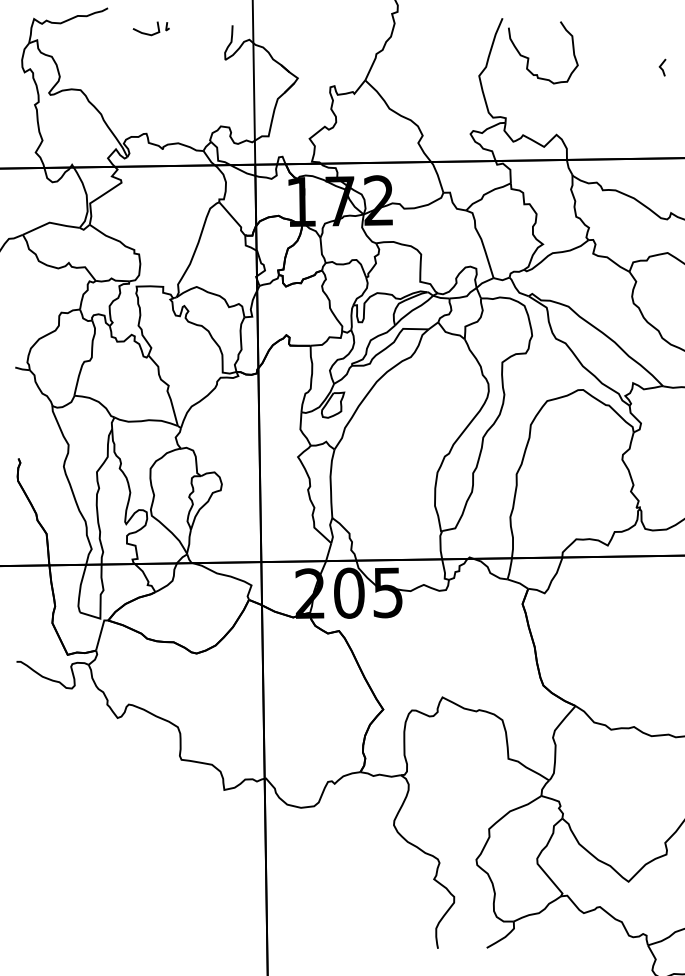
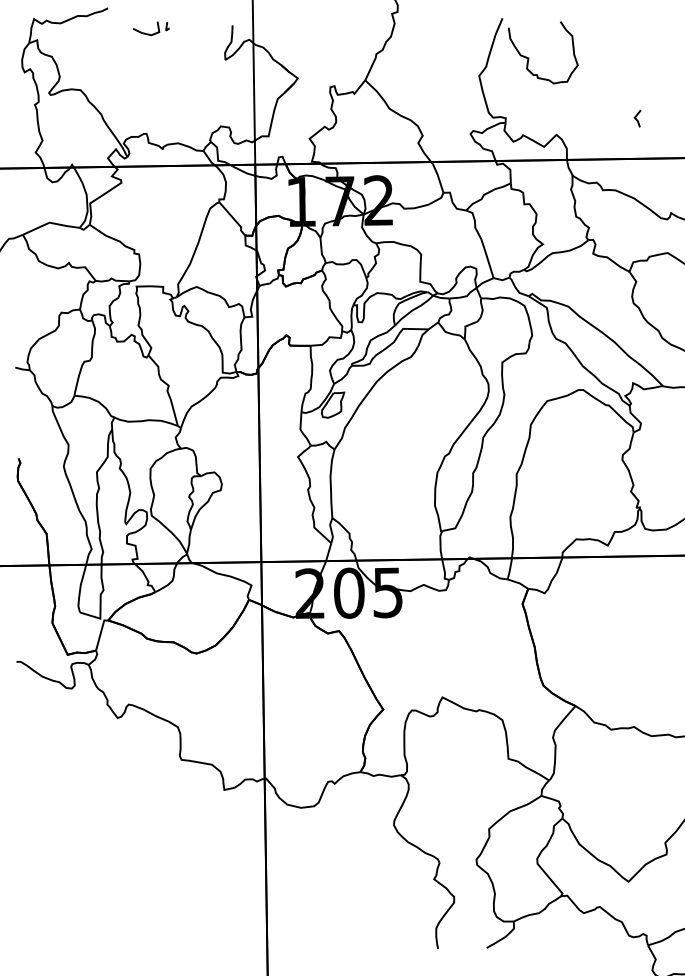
line at (661, 67) position: (661, 67) -> (636, 118)
